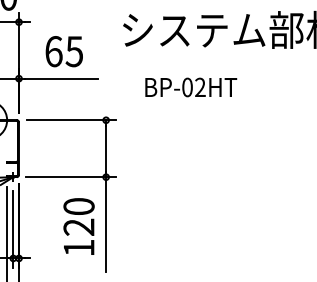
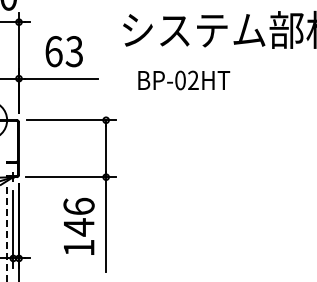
text at (73, 51): 65 -> 63
text at (191, 87) position: (191, 87) -> (184, 80)
text at (78, 216): 120 -> 146
line at (7, 234): solid -> dashed
